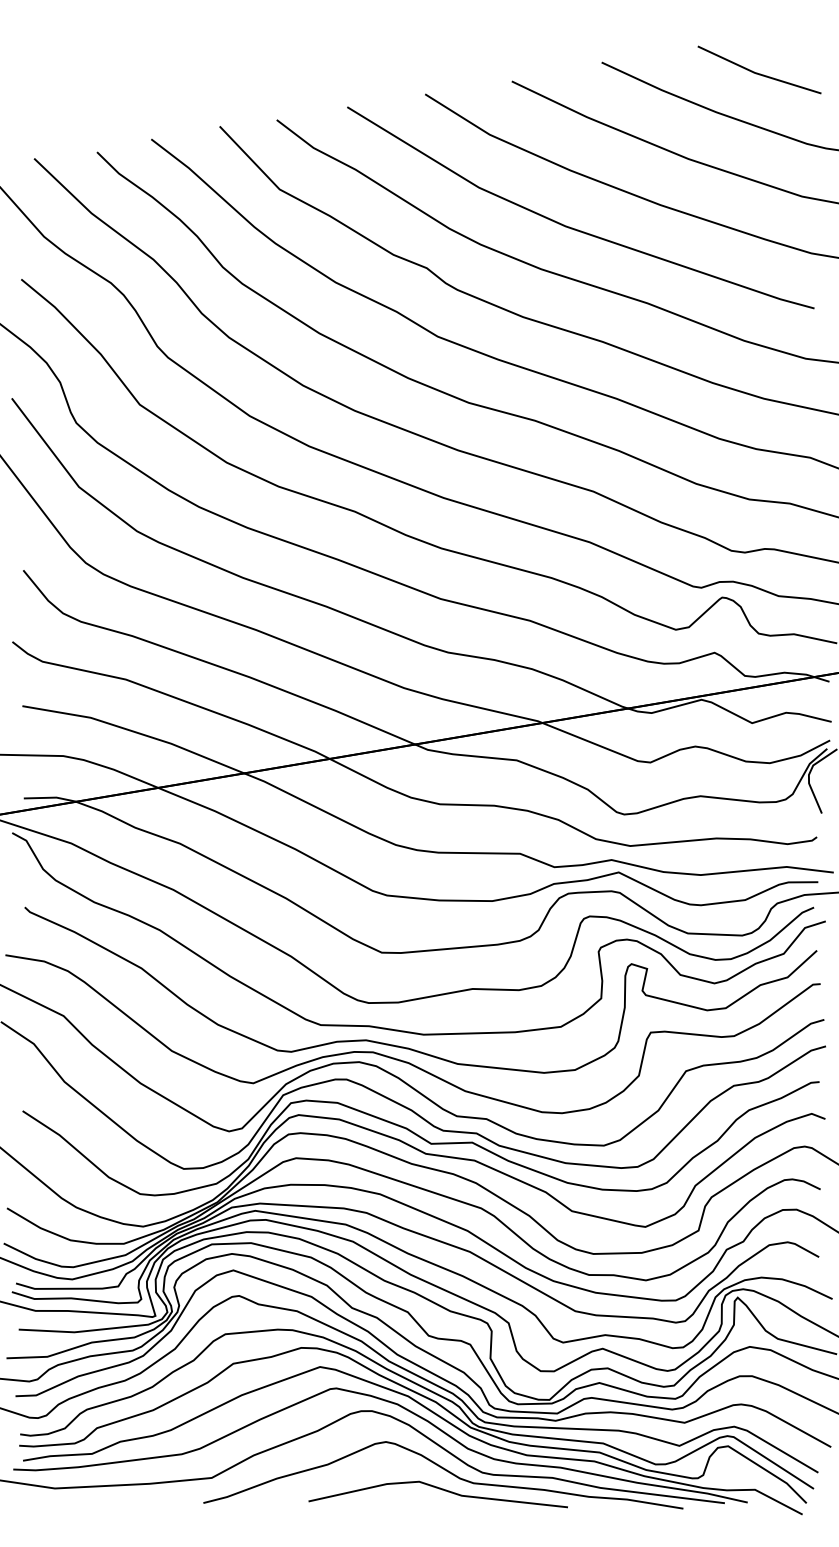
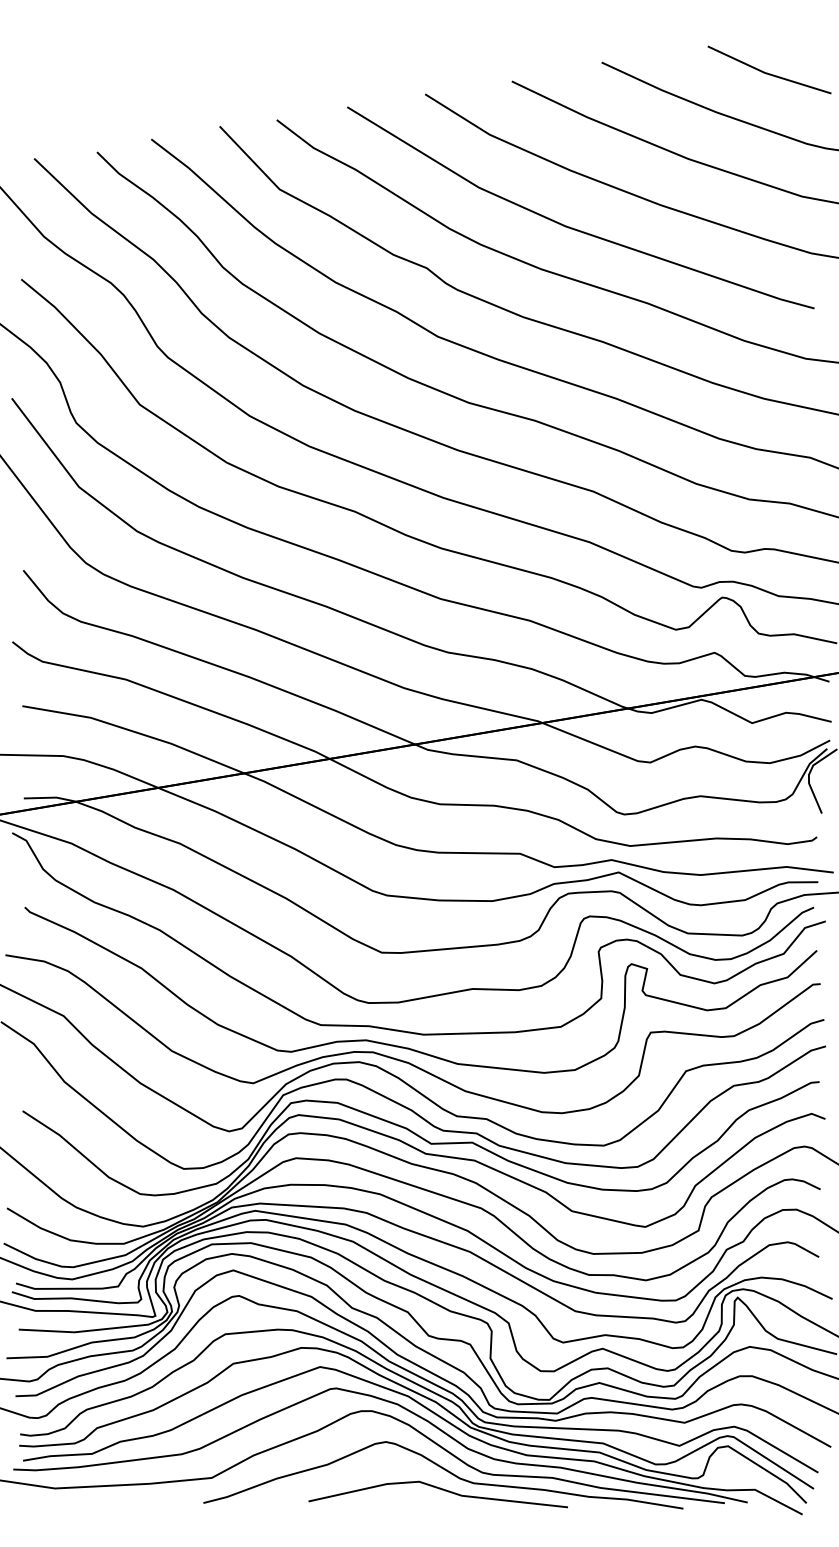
line at (757, 72) position: (757, 72) -> (767, 72)
